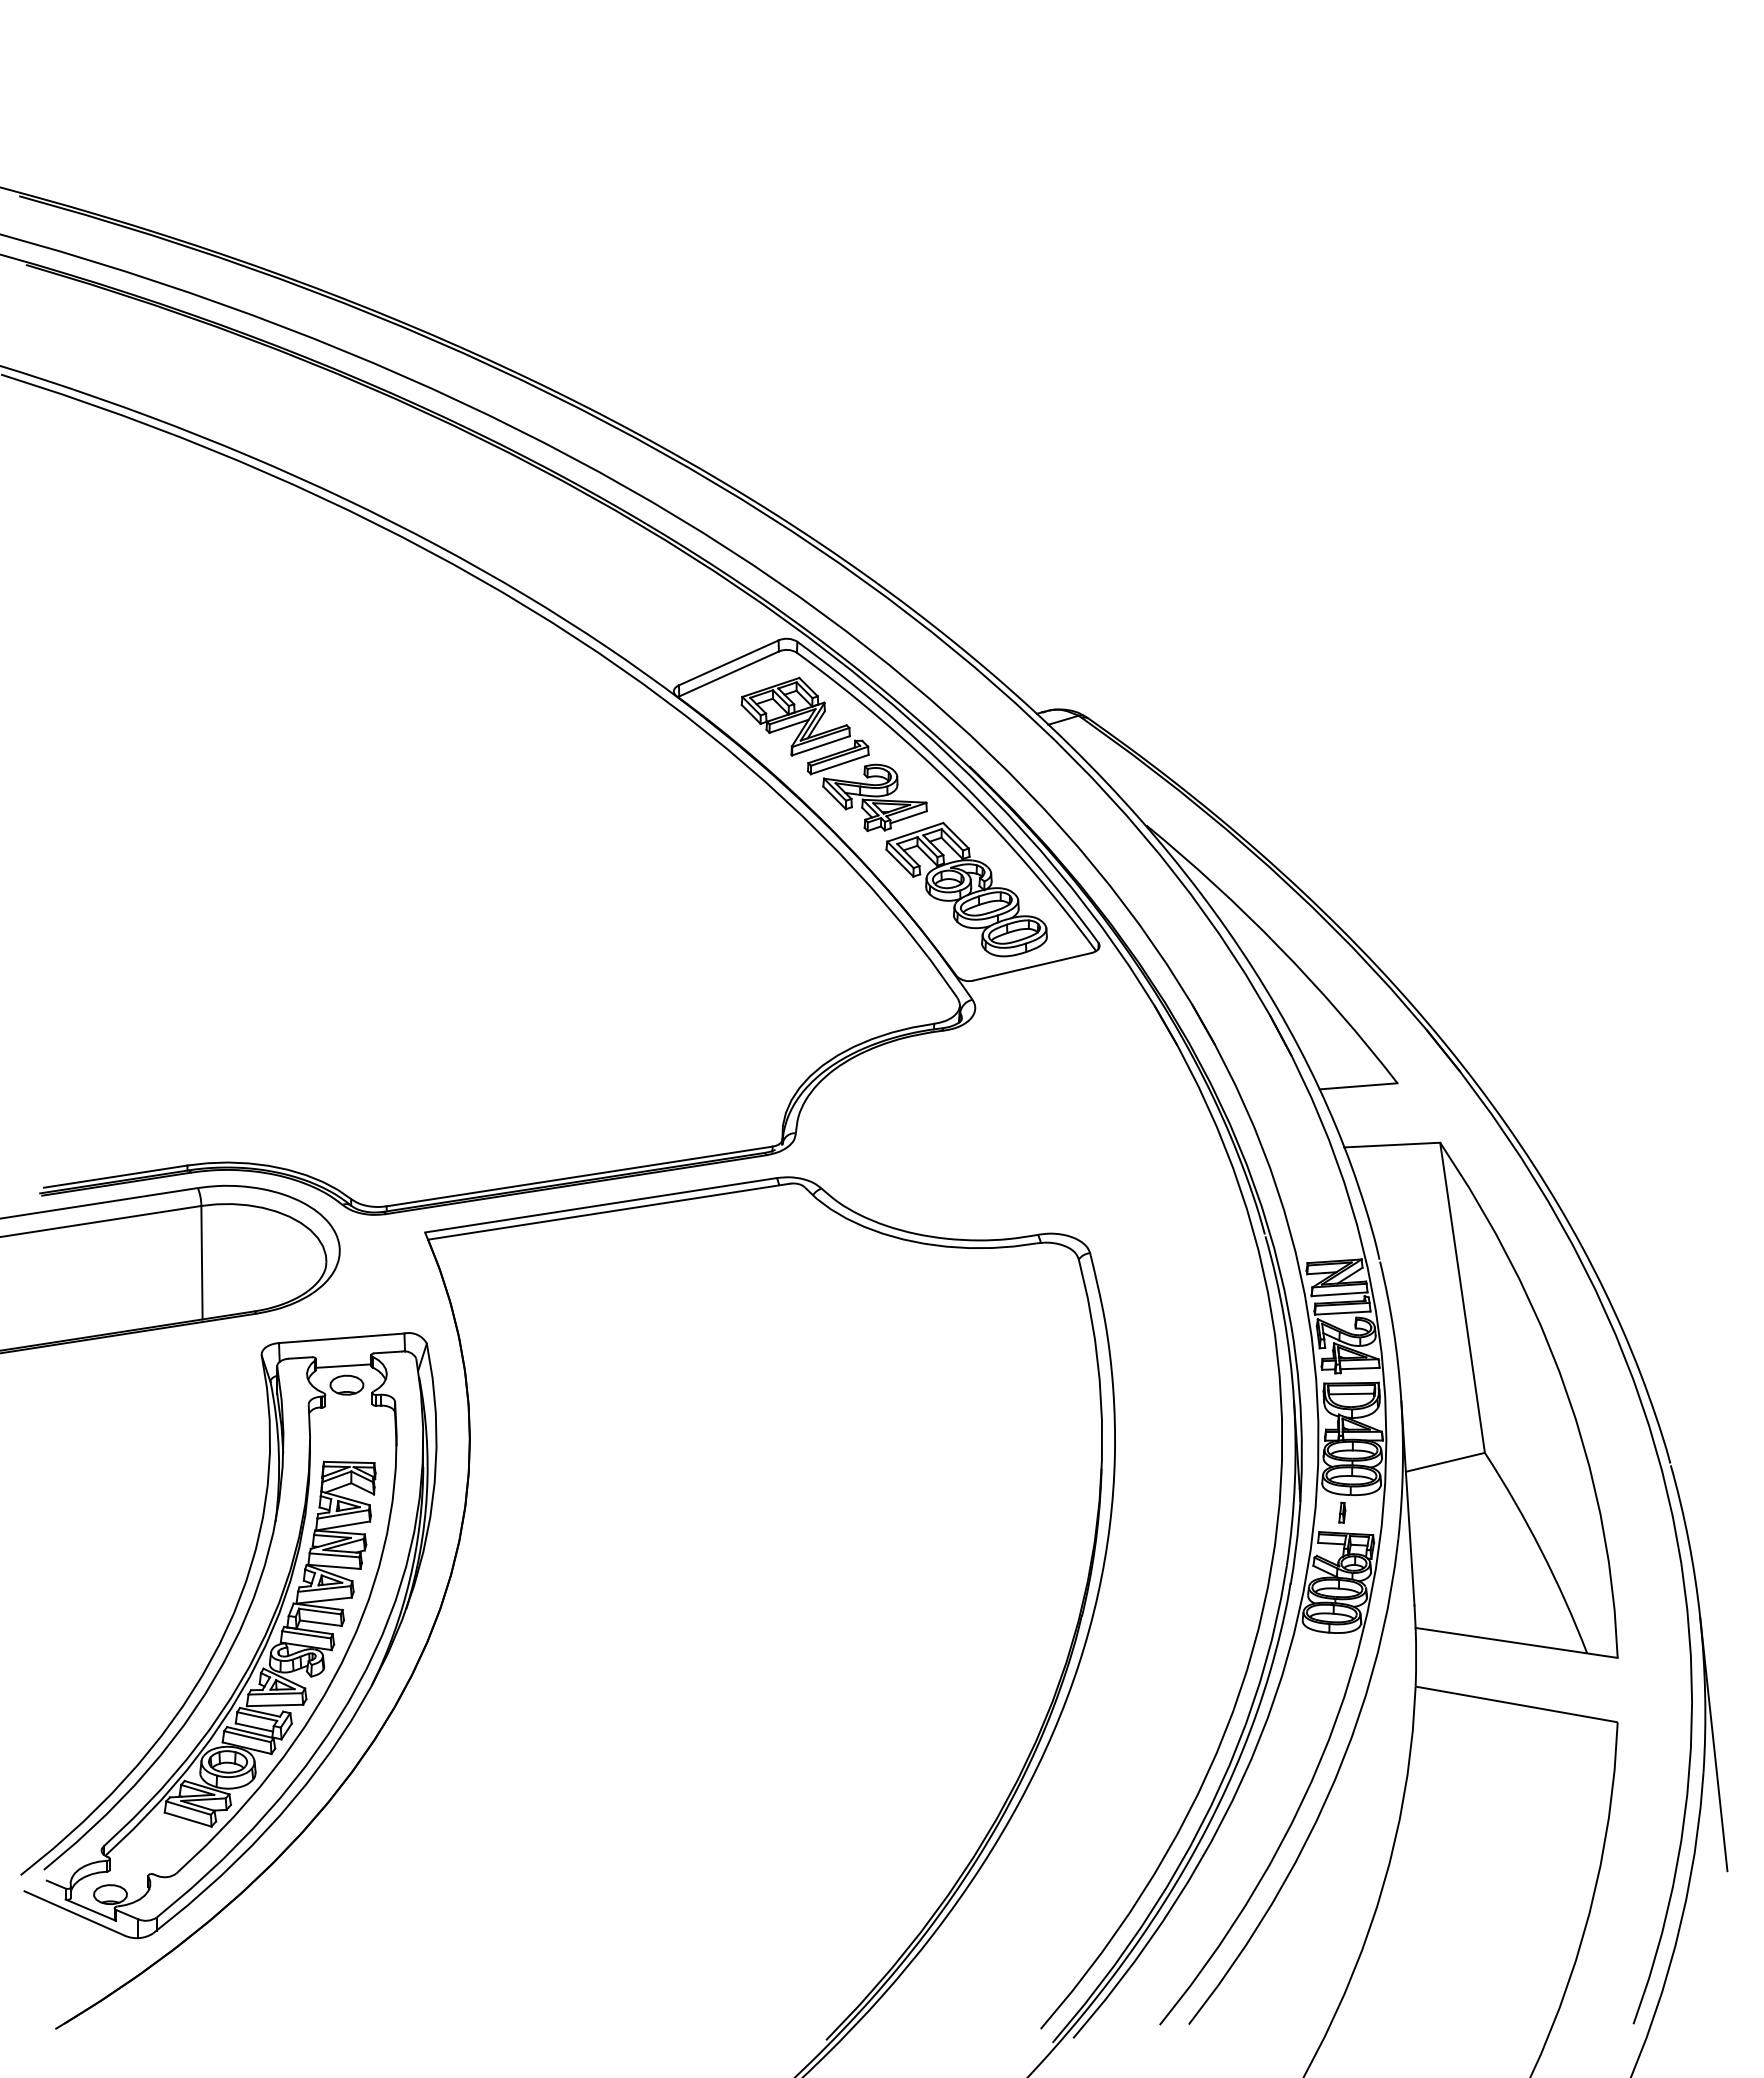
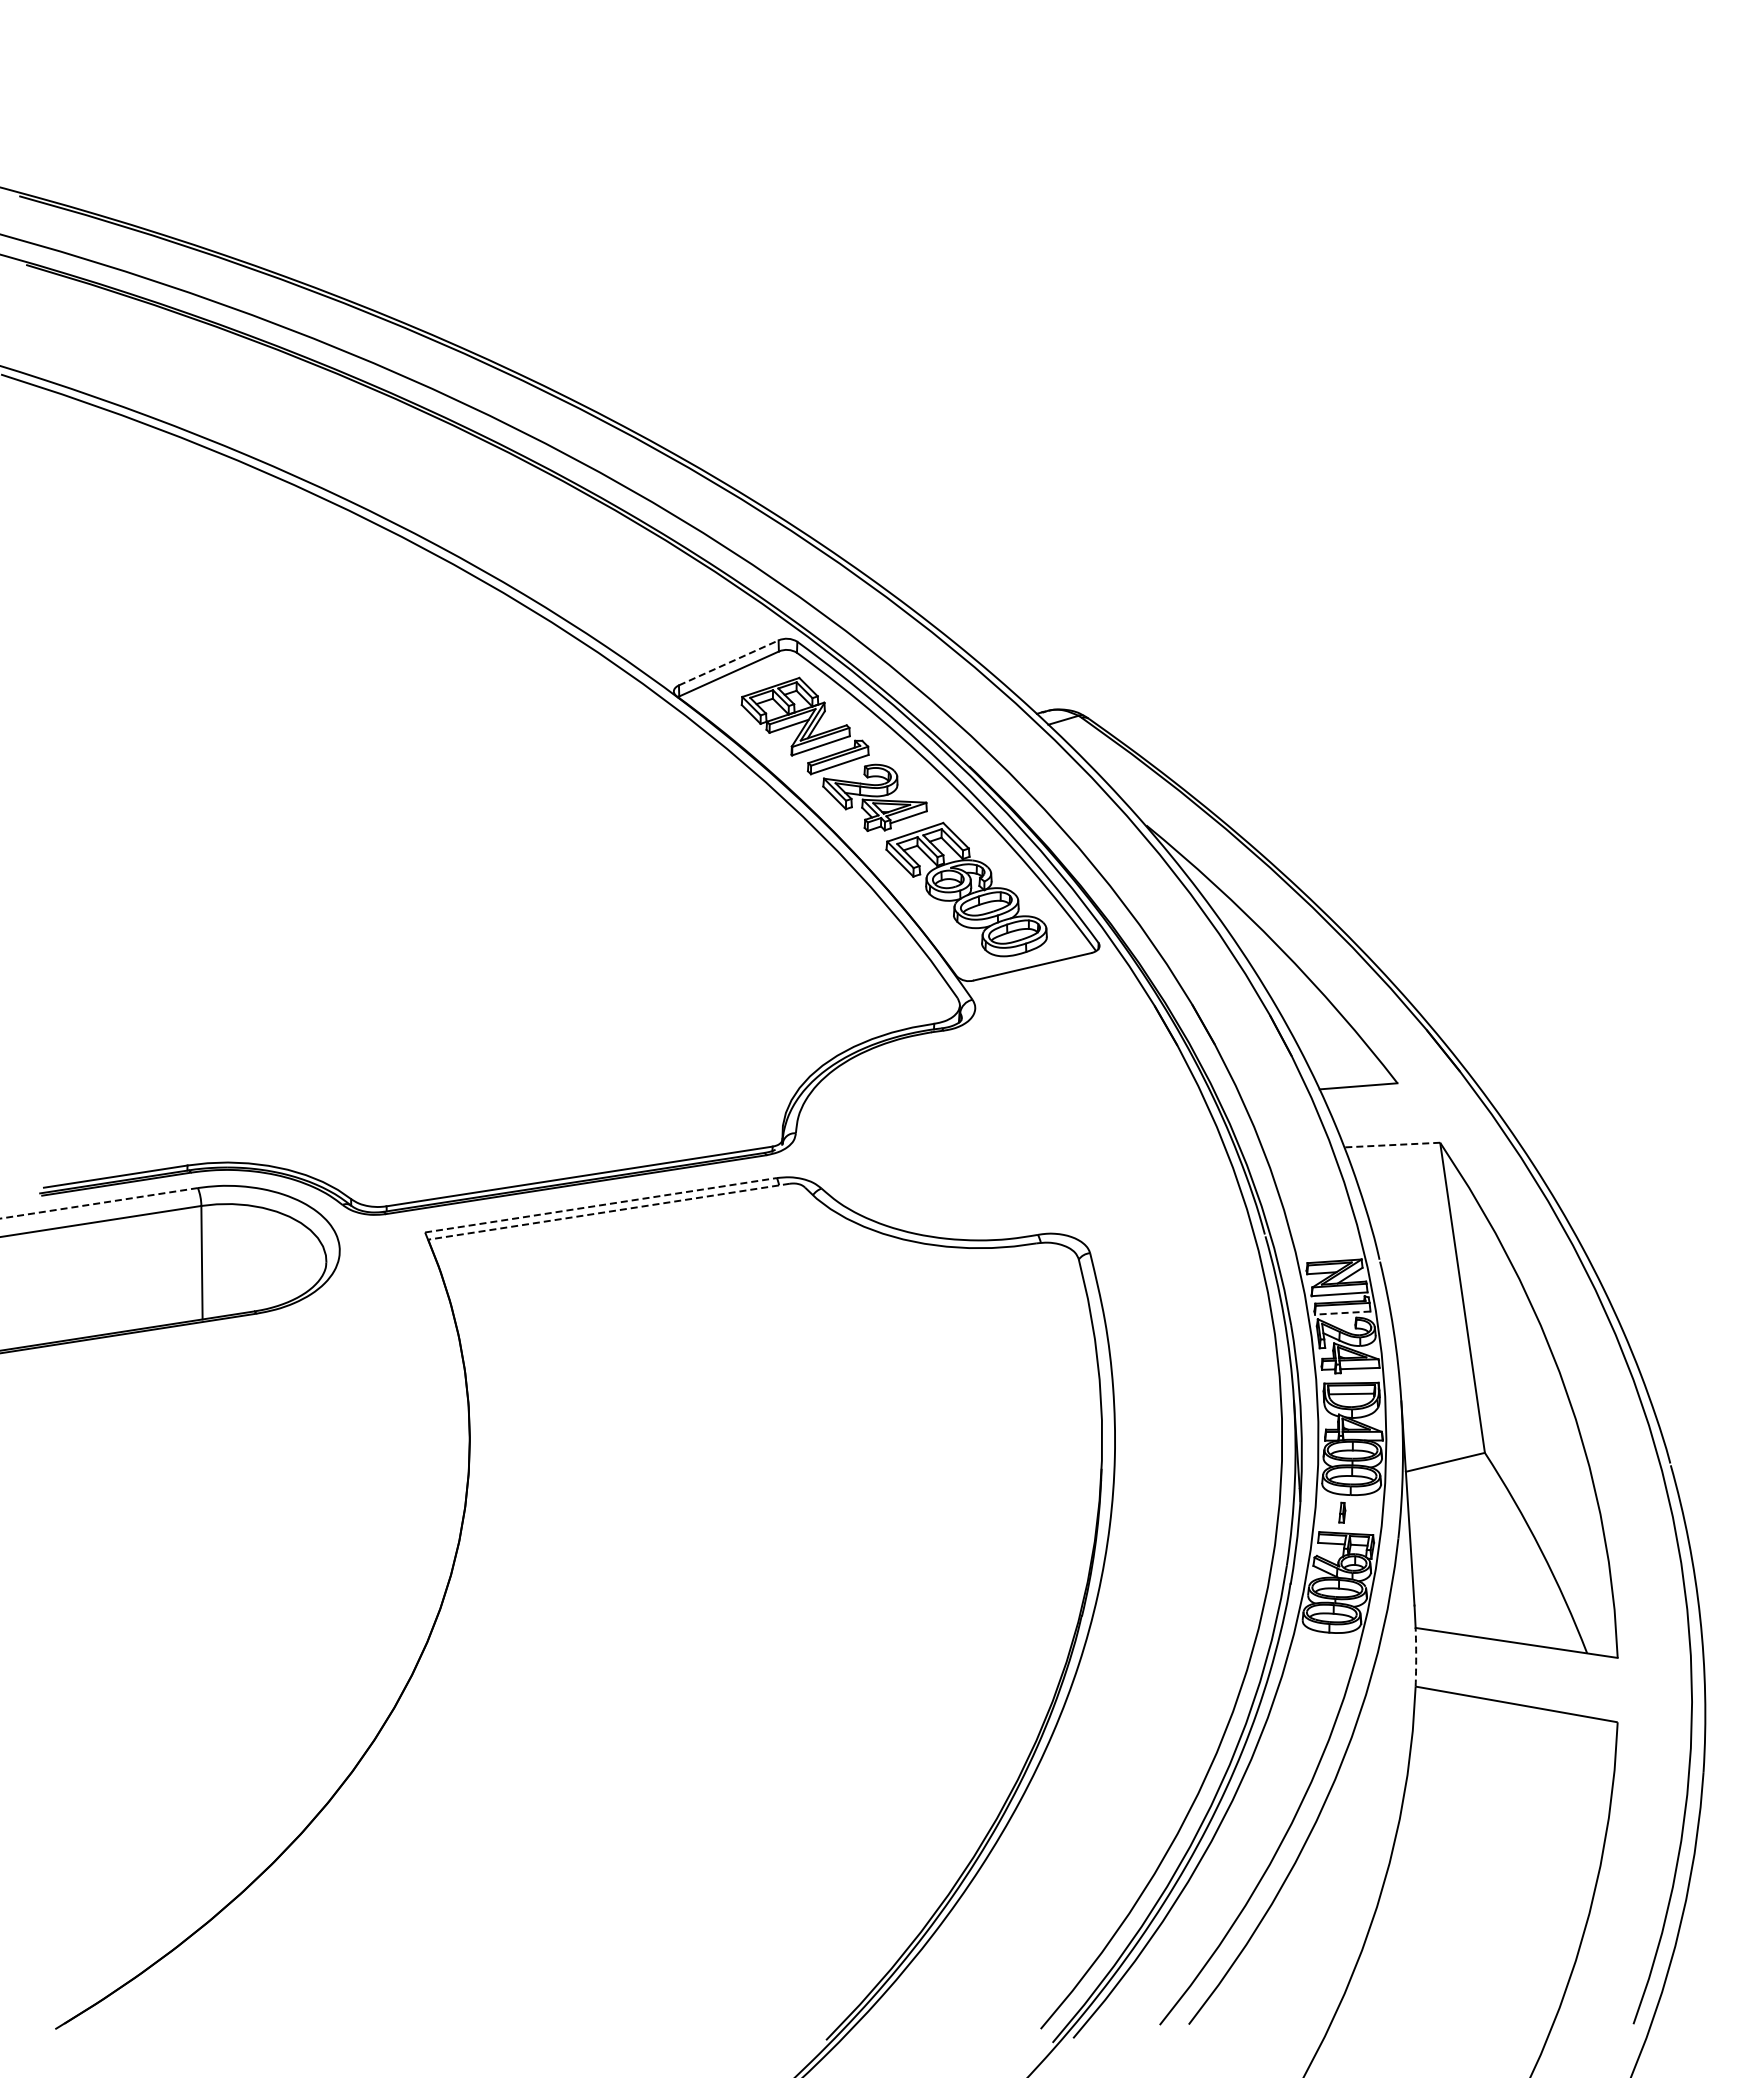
line at (728, 662): solid -> dashed
line at (1391, 1145): solid -> dashed
line at (99, 1203): solid -> dashed
line at (601, 1205): solid -> dashed
line at (609, 1211): solid -> dashed
line at (1342, 1313): solid -> dashed
part at (228, 1635): present -> none
arc at (1416, 1657): solid -> dashed
line at (1713, 1744): present -> none
